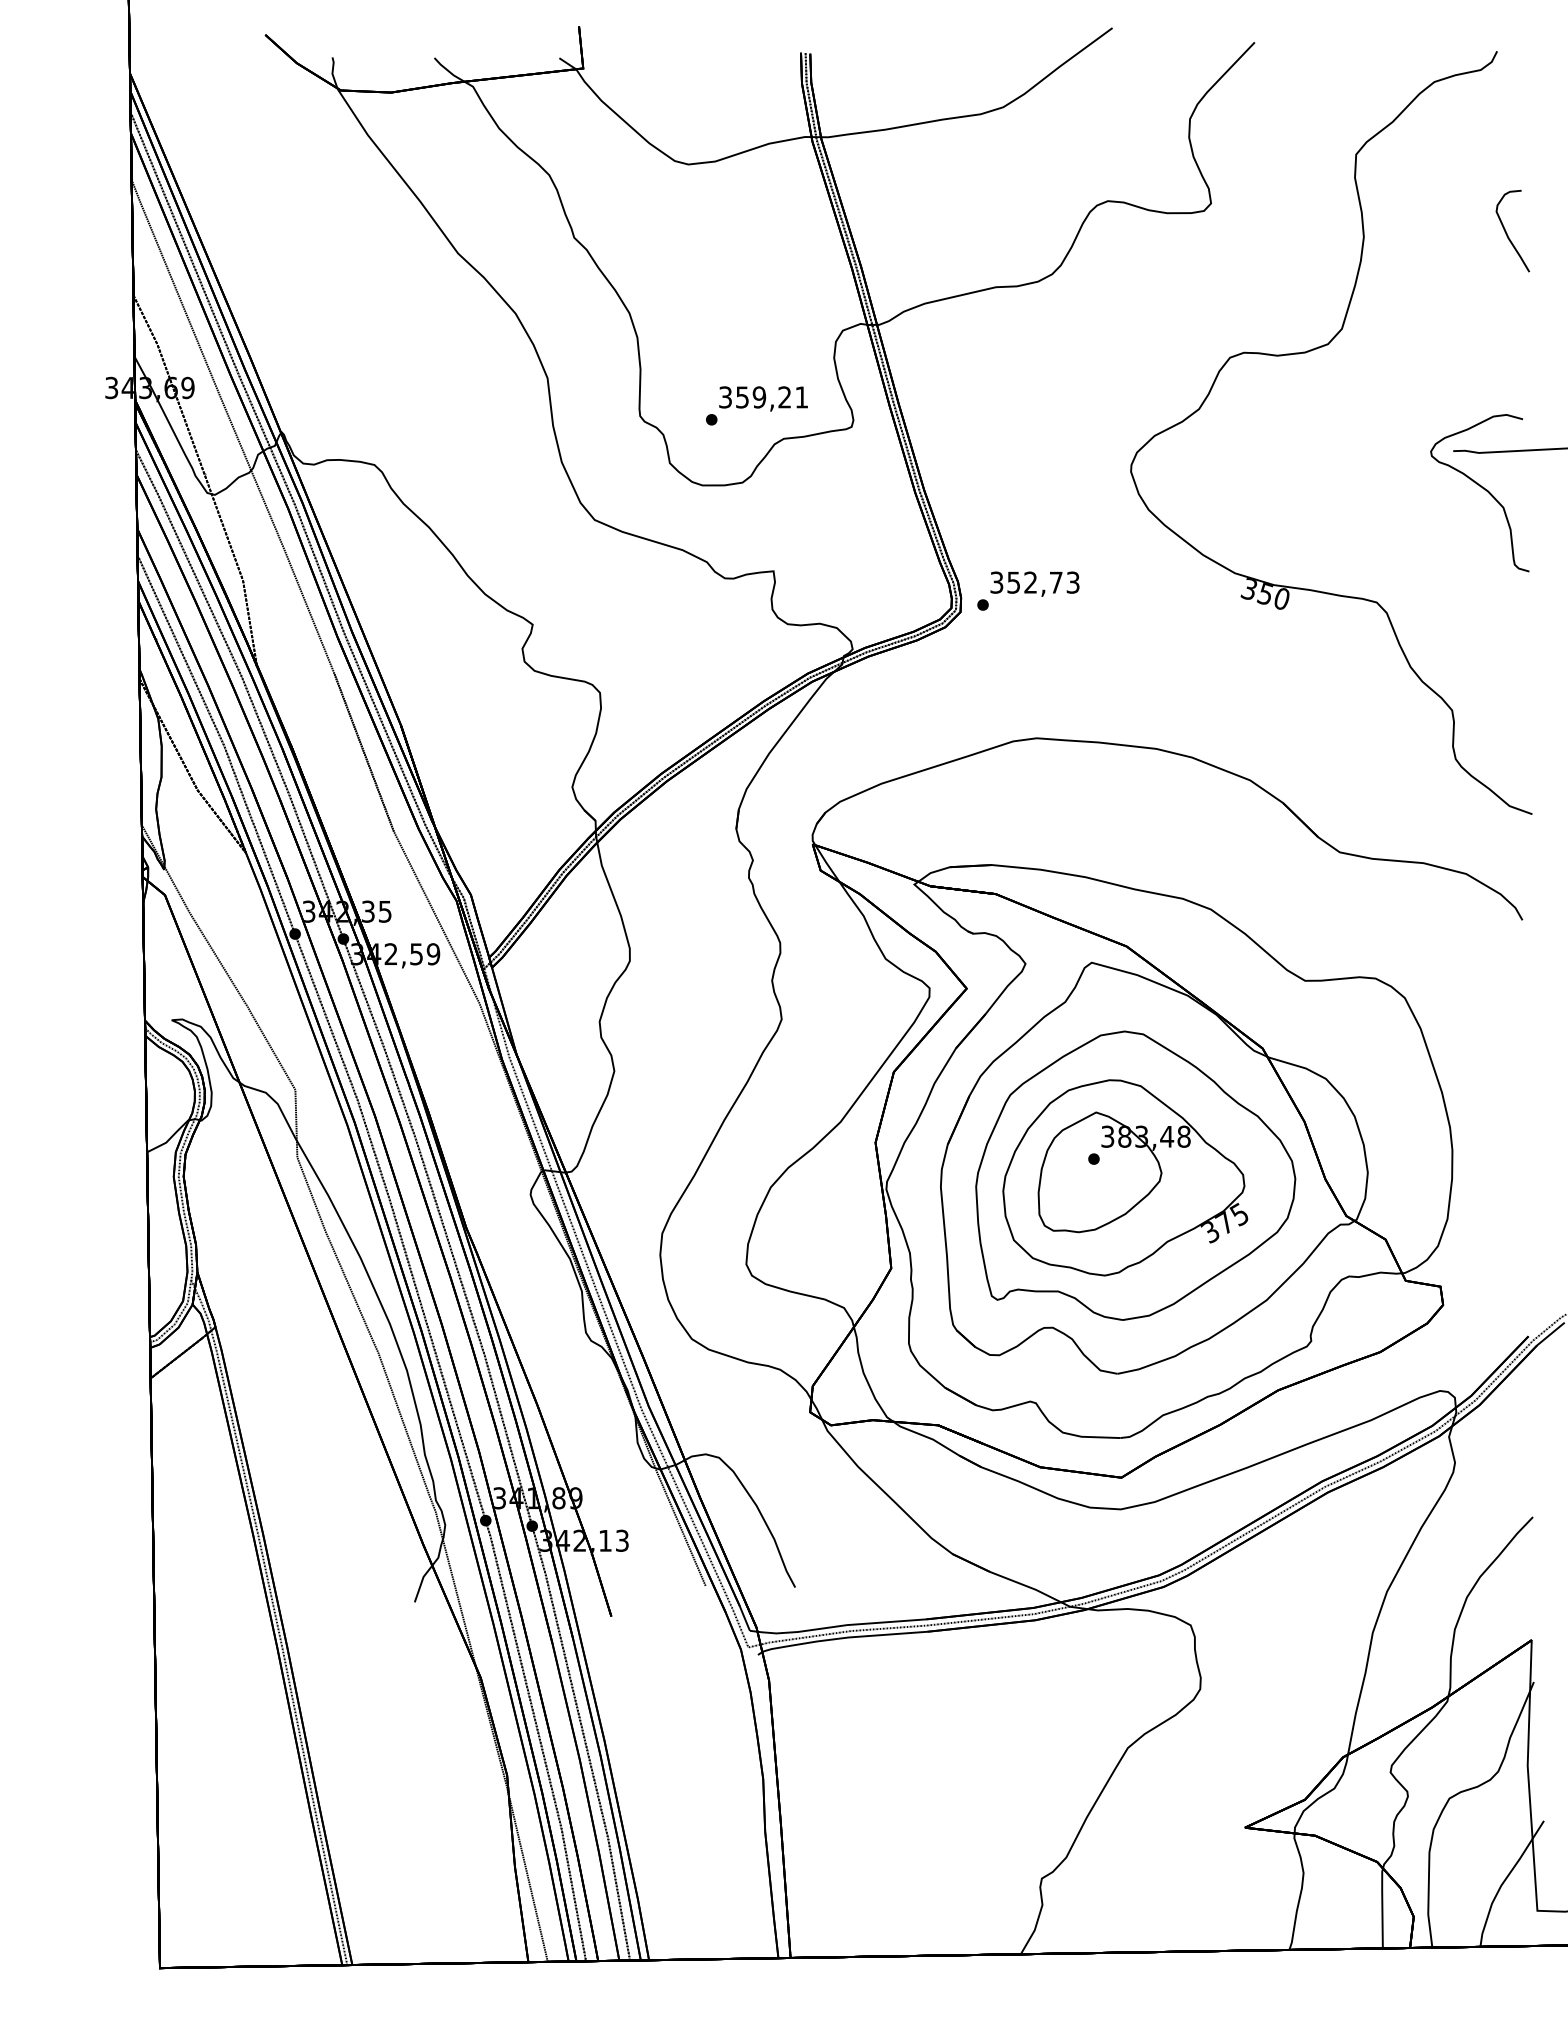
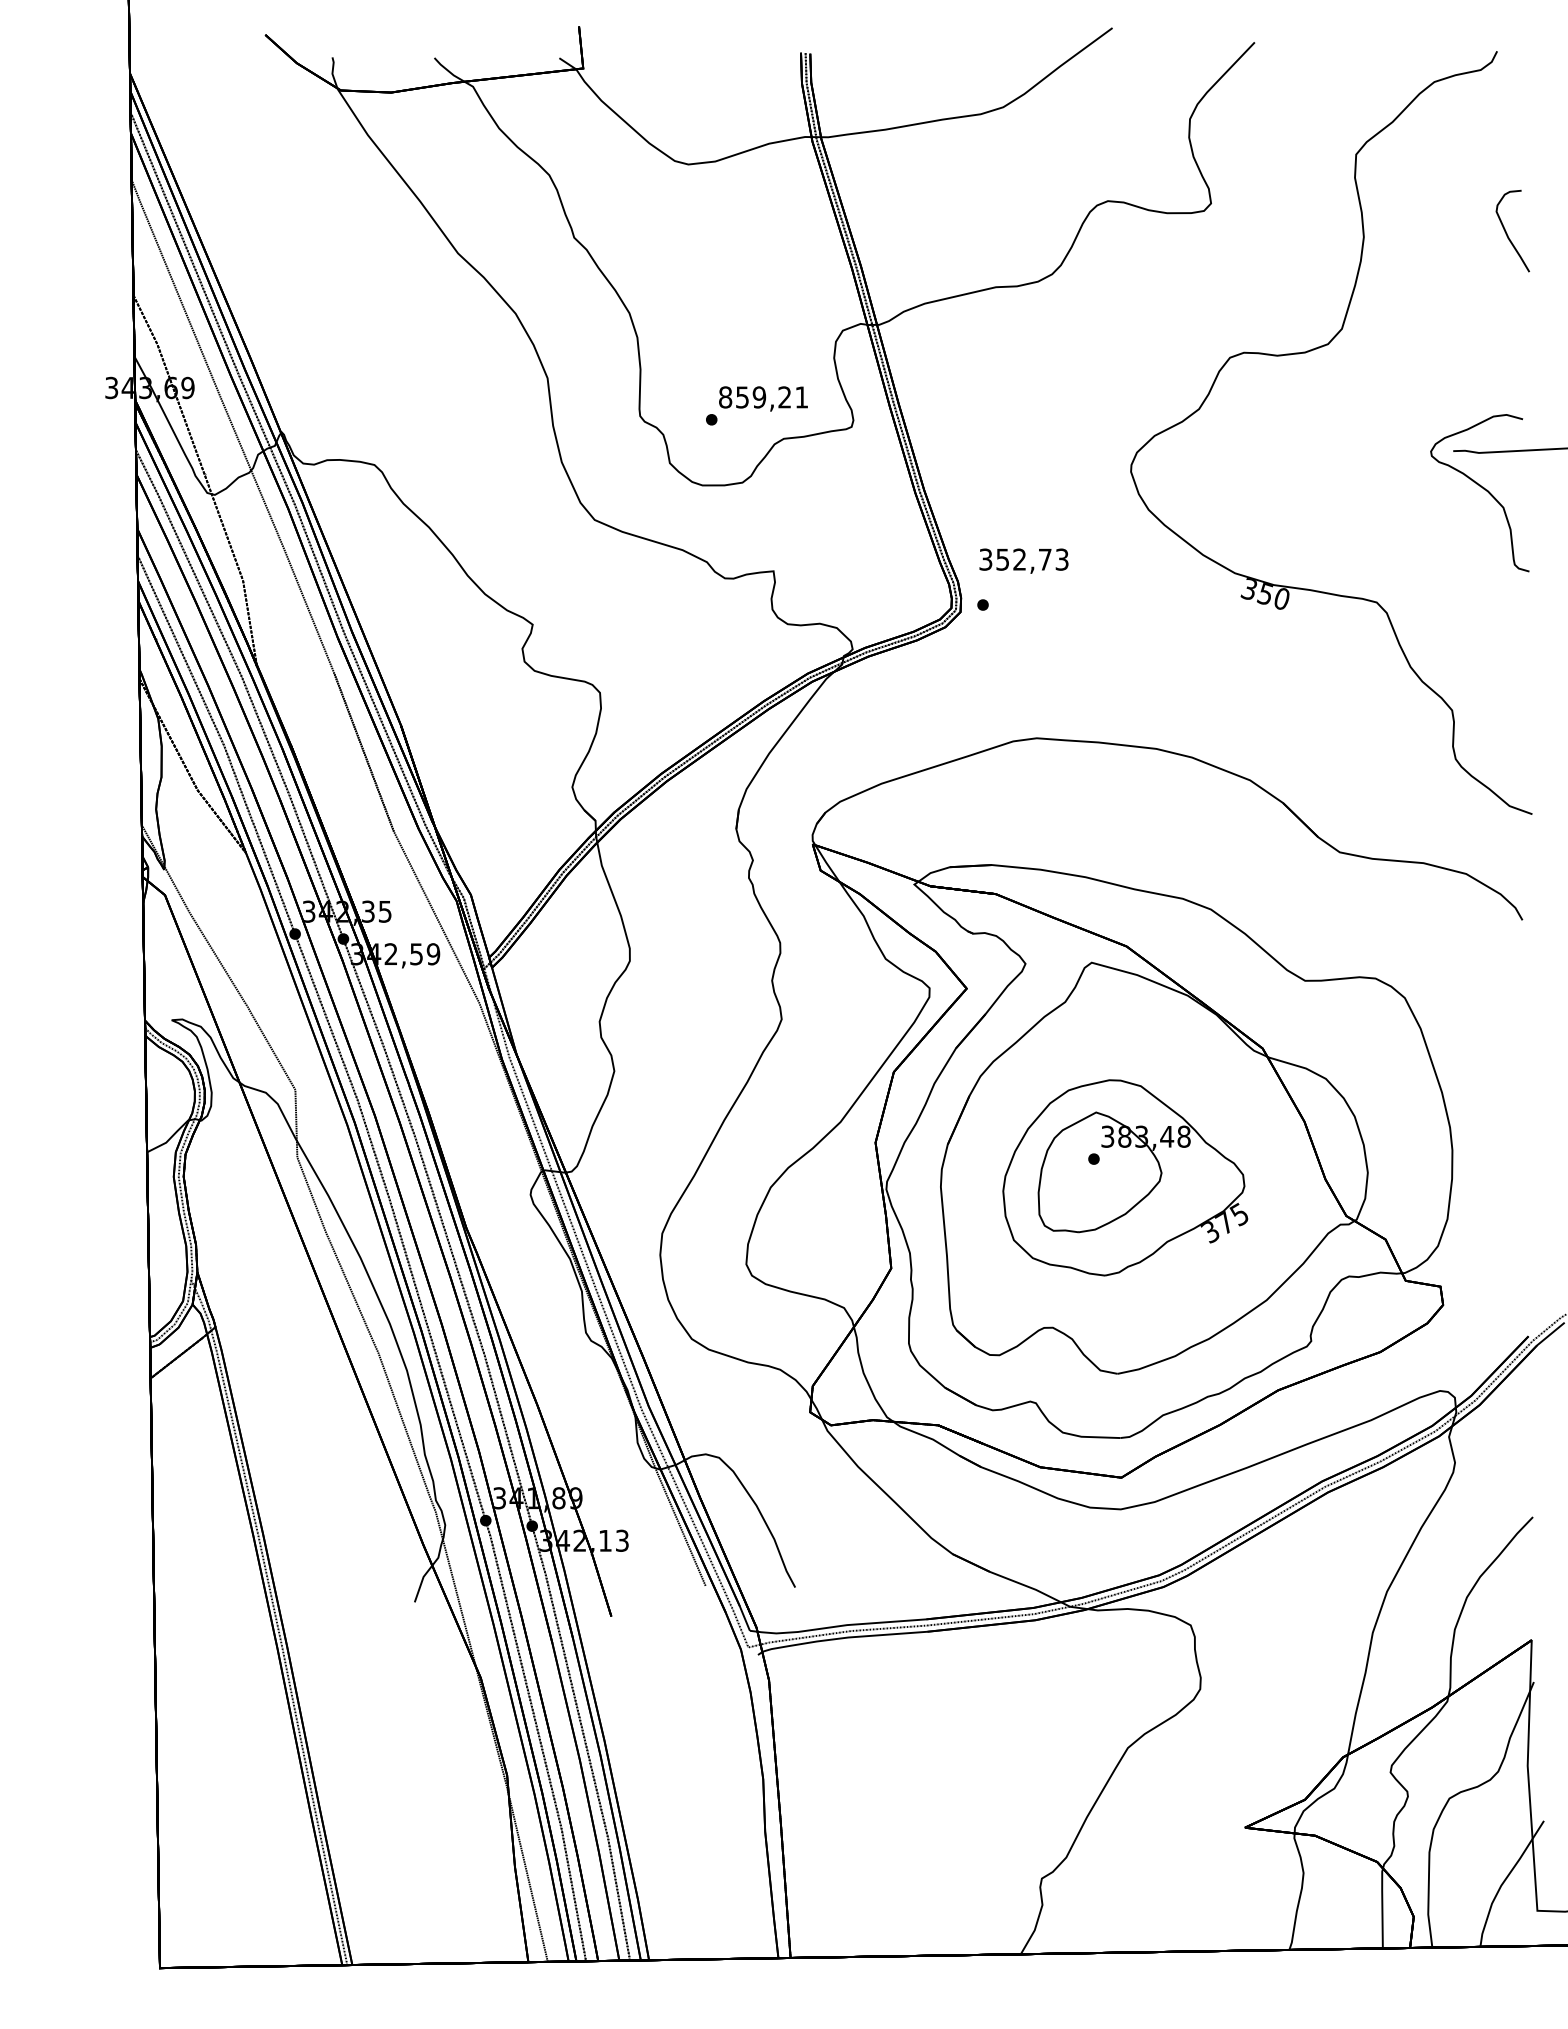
text at (725, 397): 359,21 -> 859,21
text at (1034, 583) position: (1034, 583) -> (1023, 560)
part at (1135, 1175): present -> none
